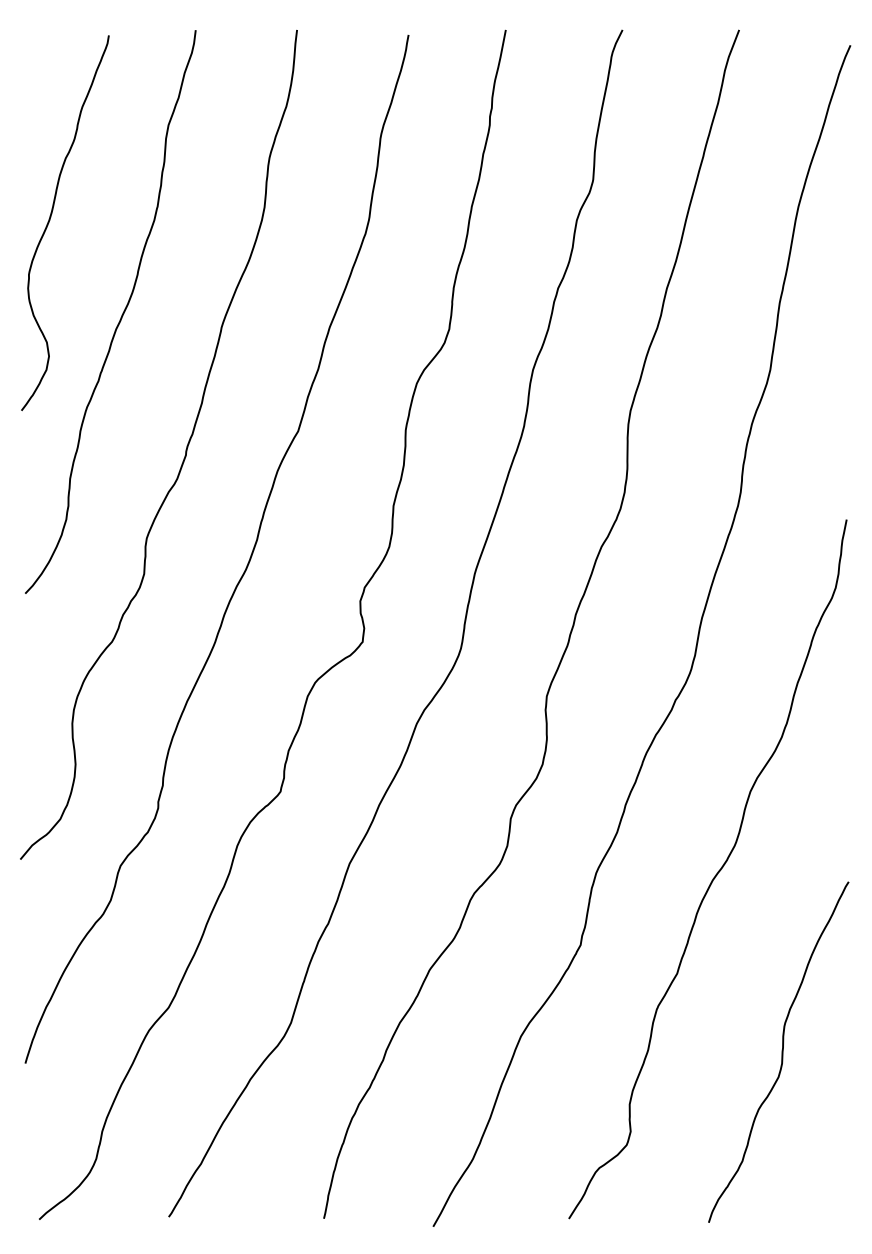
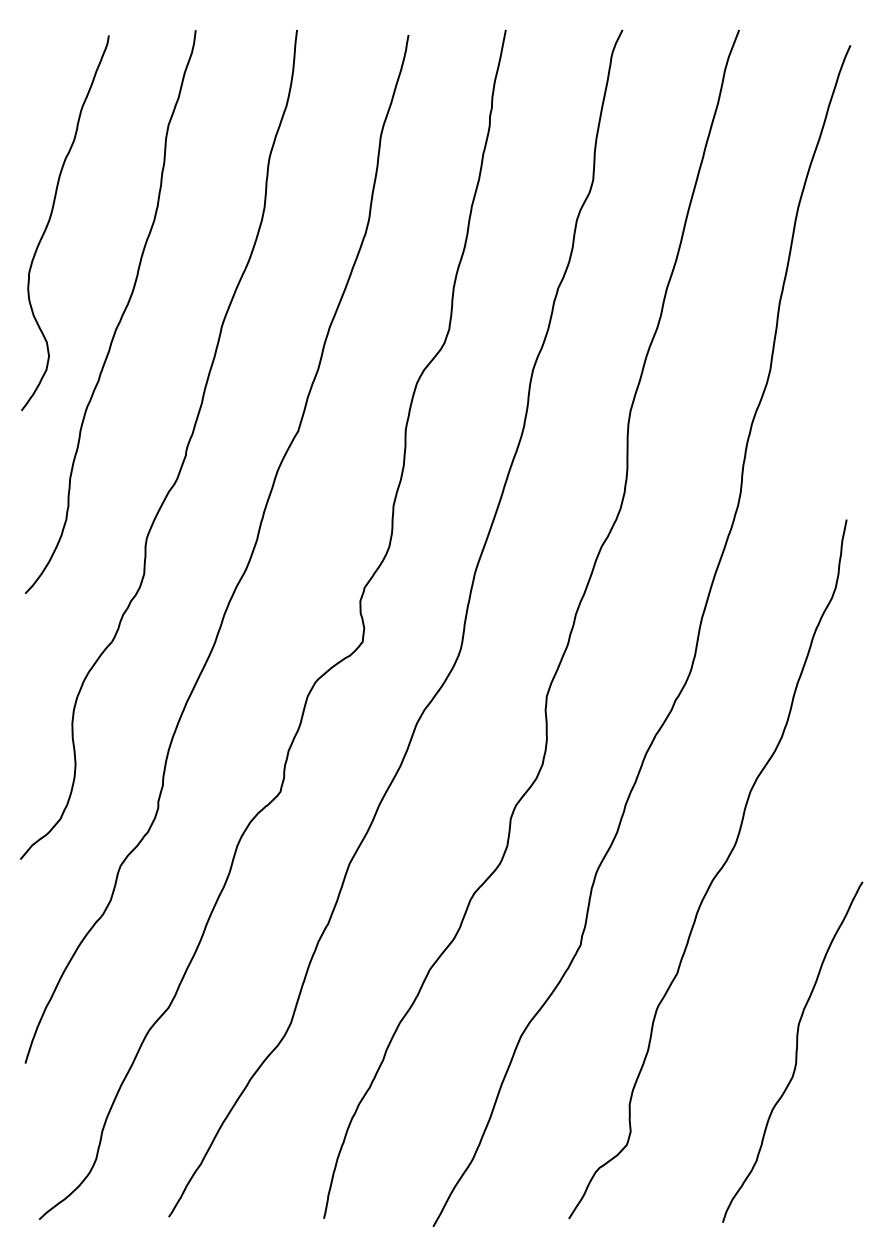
curve at (781, 1051) position: (781, 1051) -> (795, 1051)
